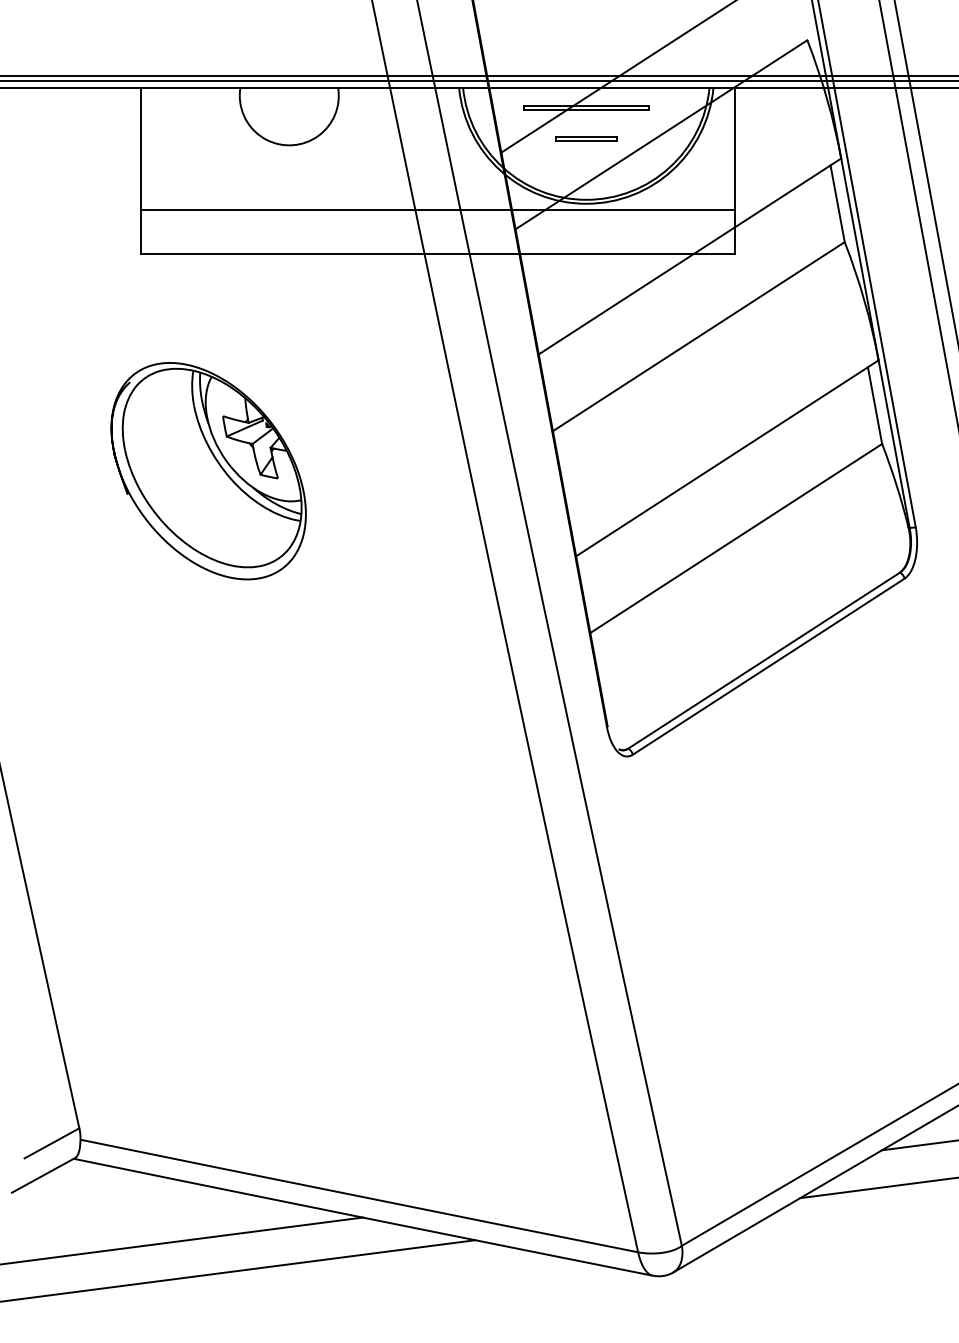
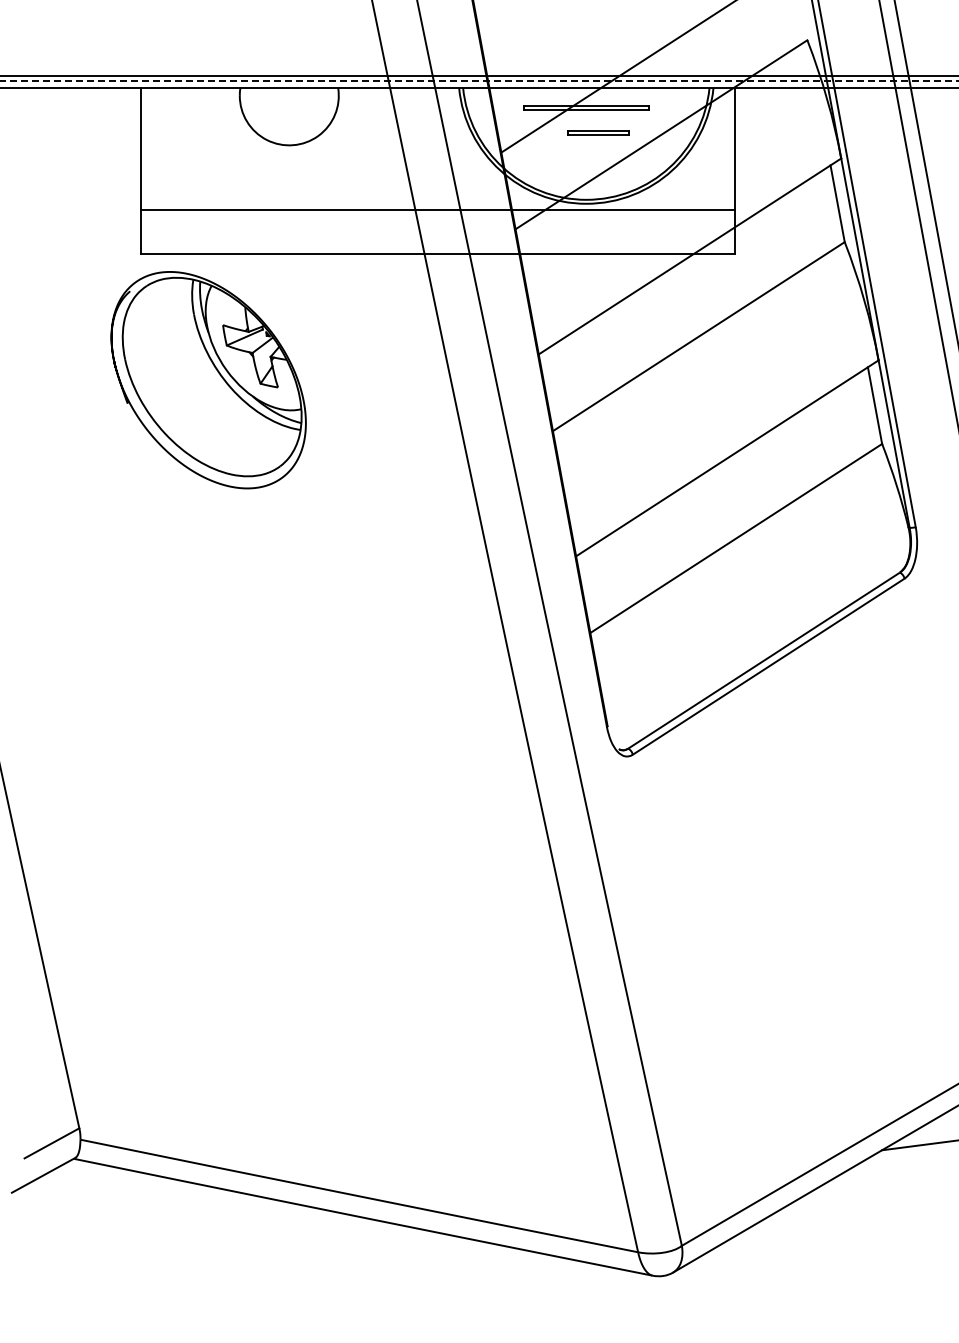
line at (479, 80): solid -> dashed
part at (586, 138) position: (586, 138) -> (598, 132)
part at (208, 471) position: (208, 471) -> (208, 380)
line at (877, 1188): present -> none
line at (182, 1240): present -> none
line at (238, 1270): present -> none
